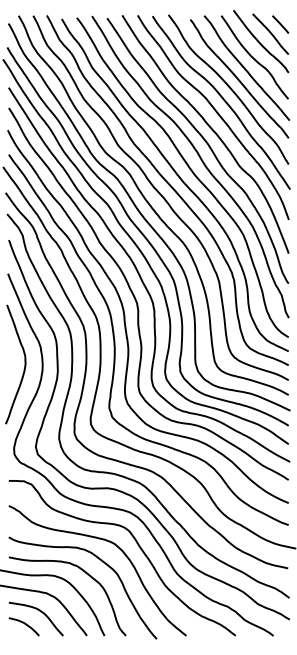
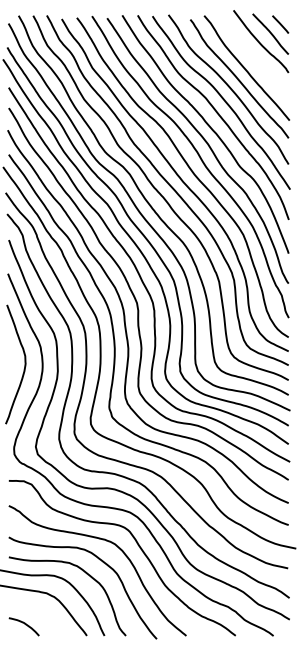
curve at (253, 57): present -> none
curve at (40, 612): present -> none
